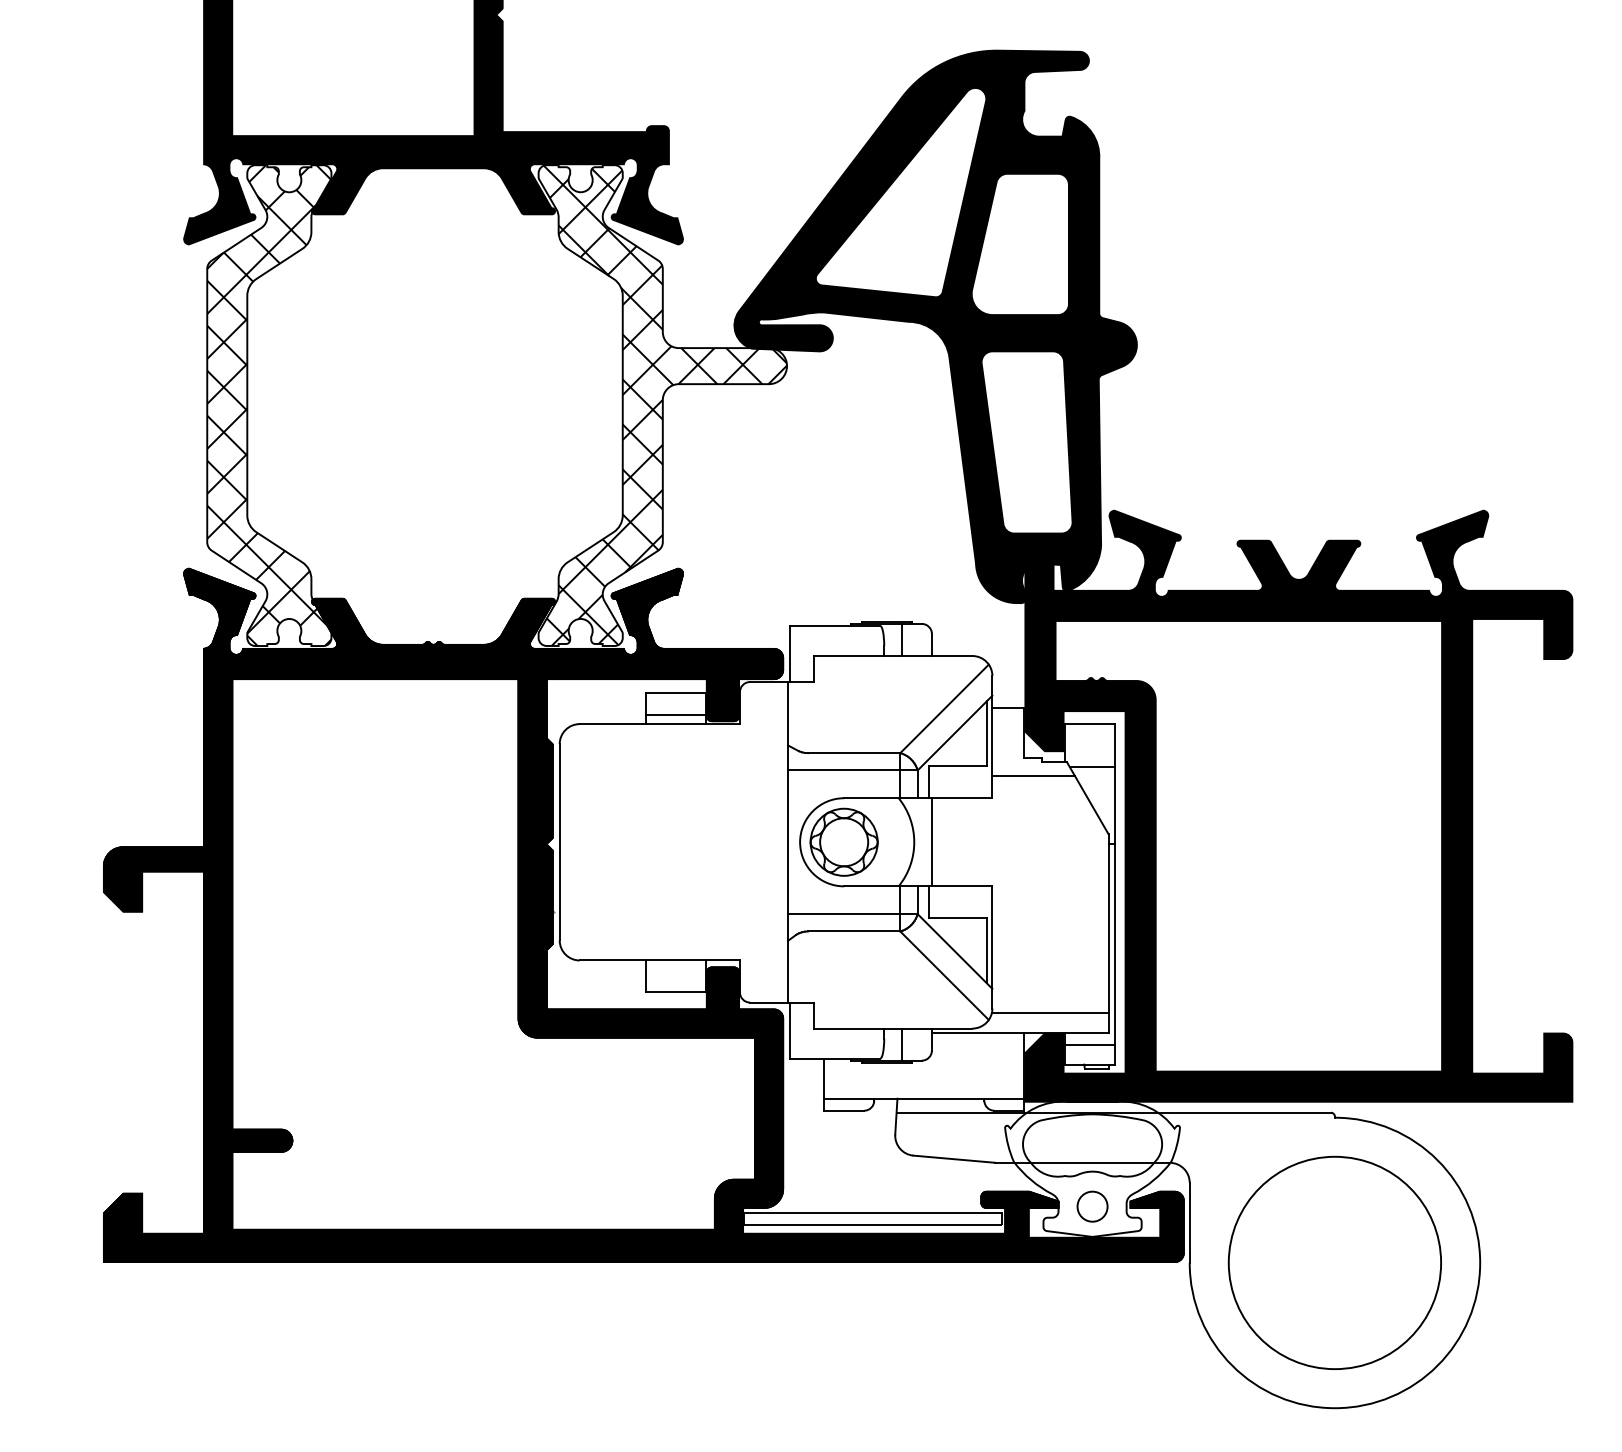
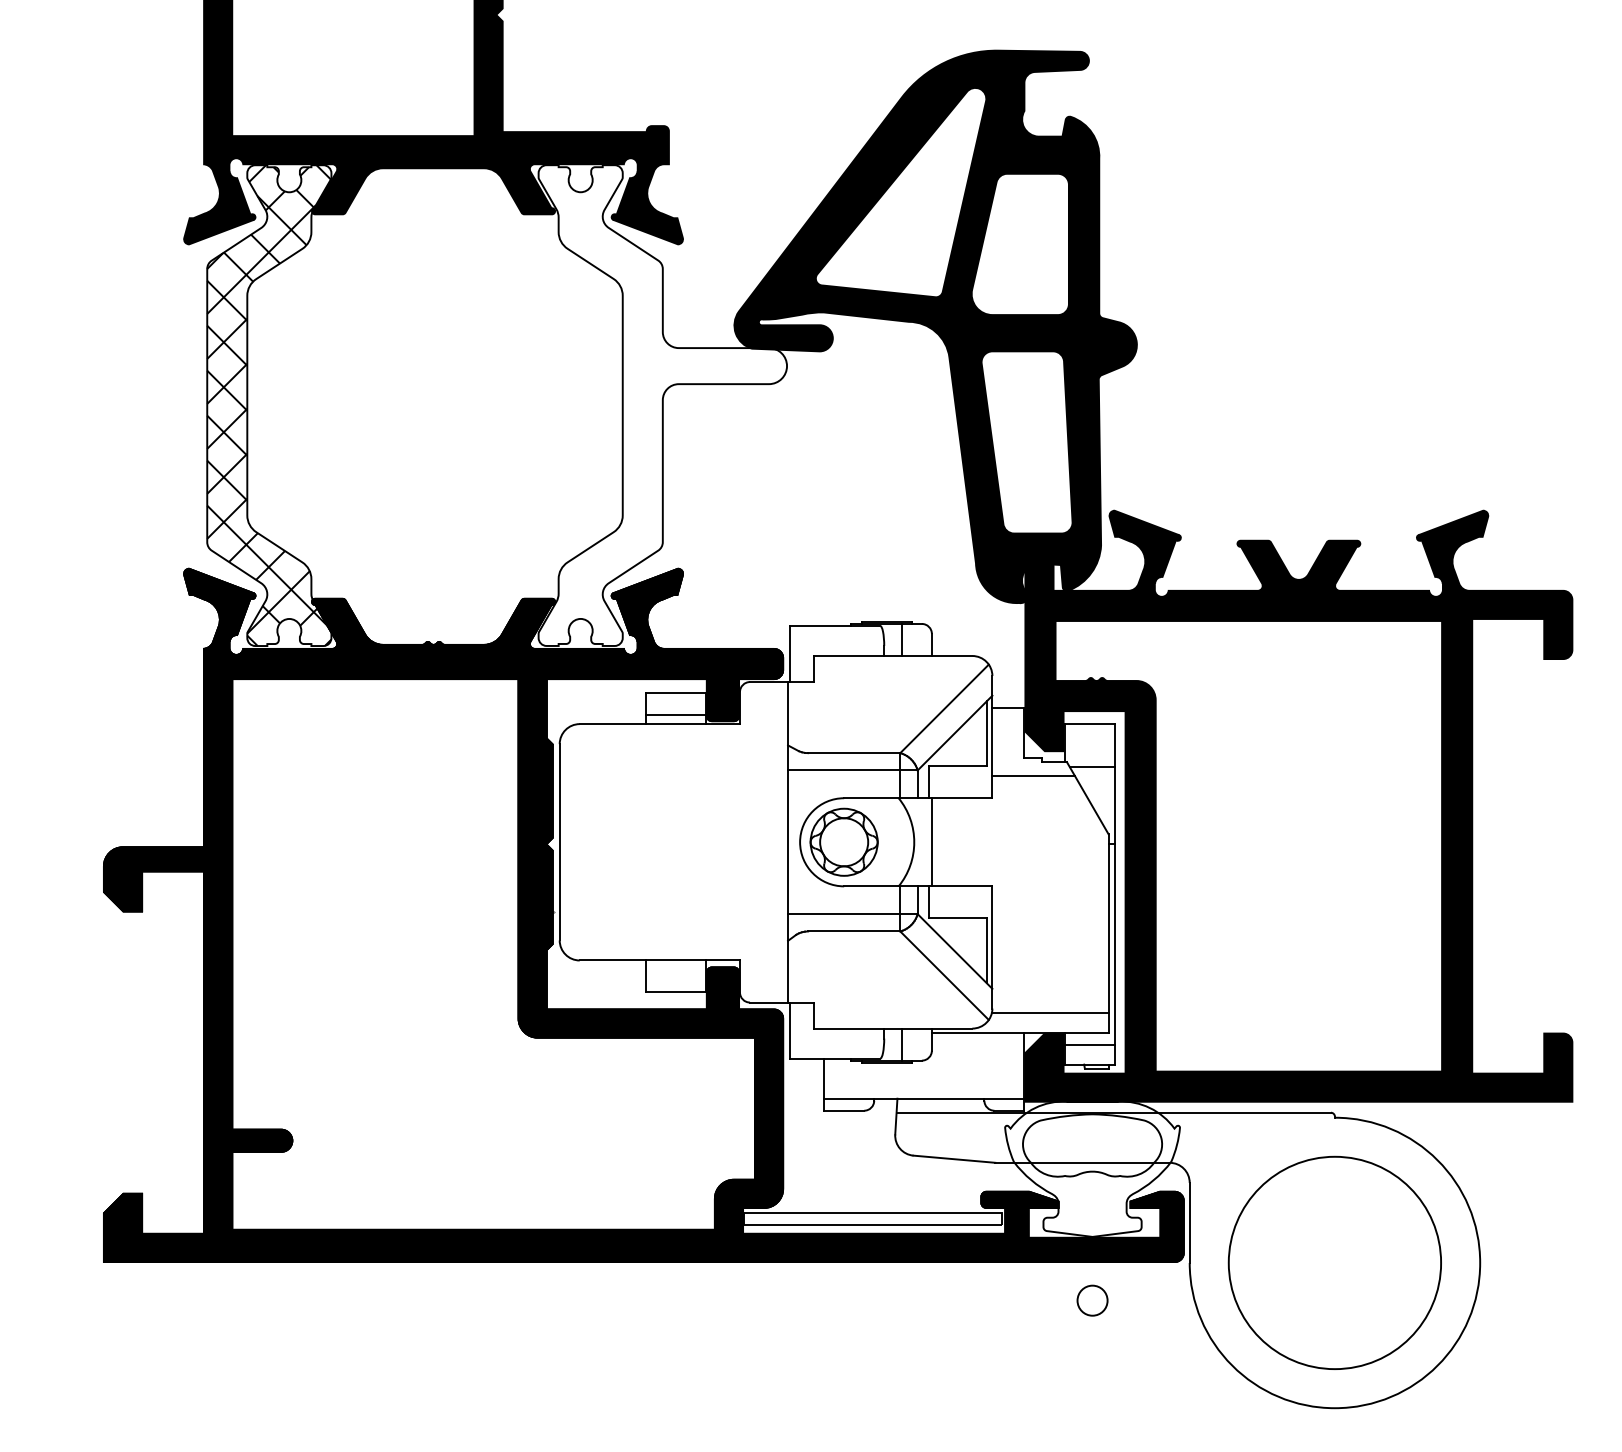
hatch at (665, 405): present -> none
circle at (1092, 1206) position: (1092, 1206) -> (1092, 1300)
